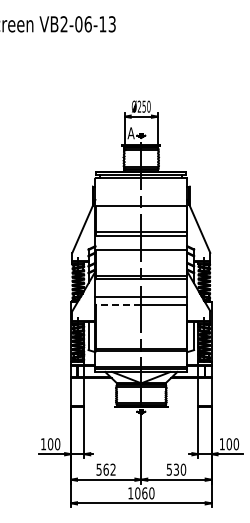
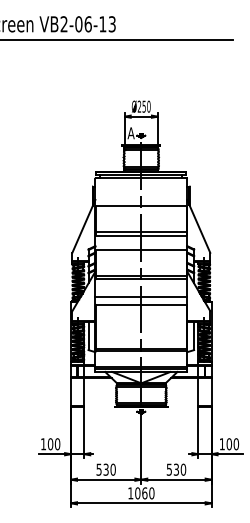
line at (117, 39): none -> present
line at (118, 304): dashed -> solid
text at (109, 469): 562 -> 530
